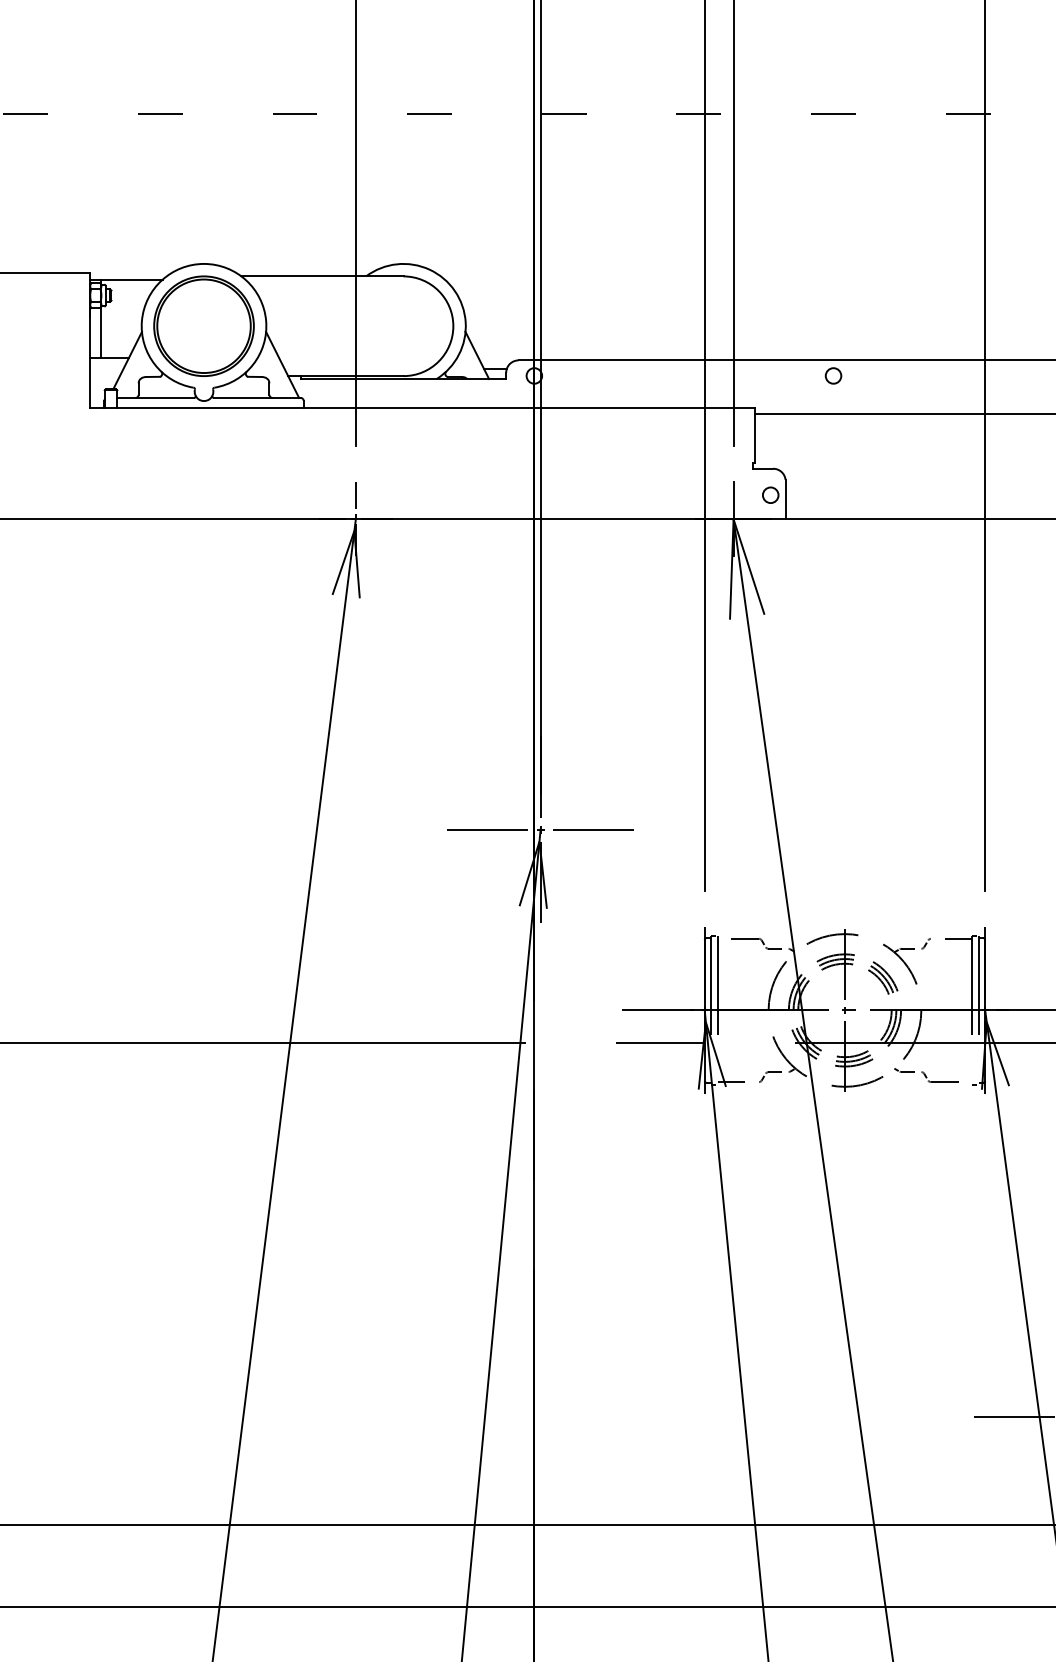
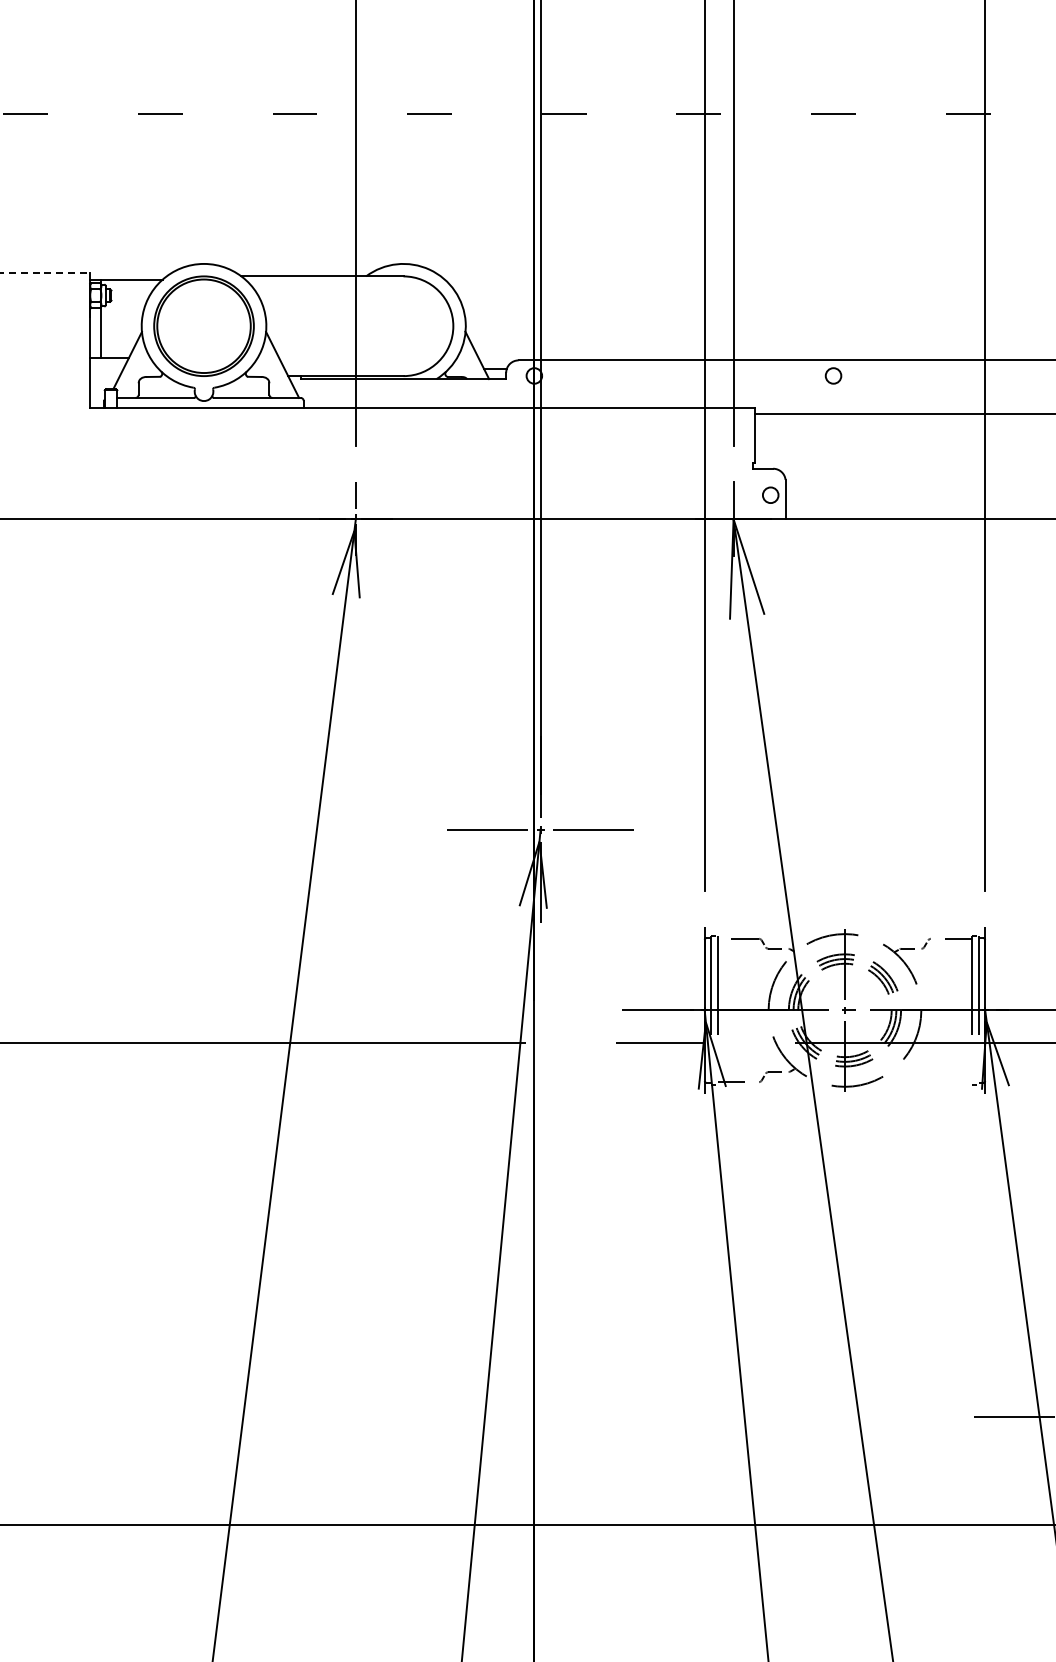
line at (44, 273): solid -> dashed
part at (926, 1075): present -> none
line at (527, 1607): present -> none
